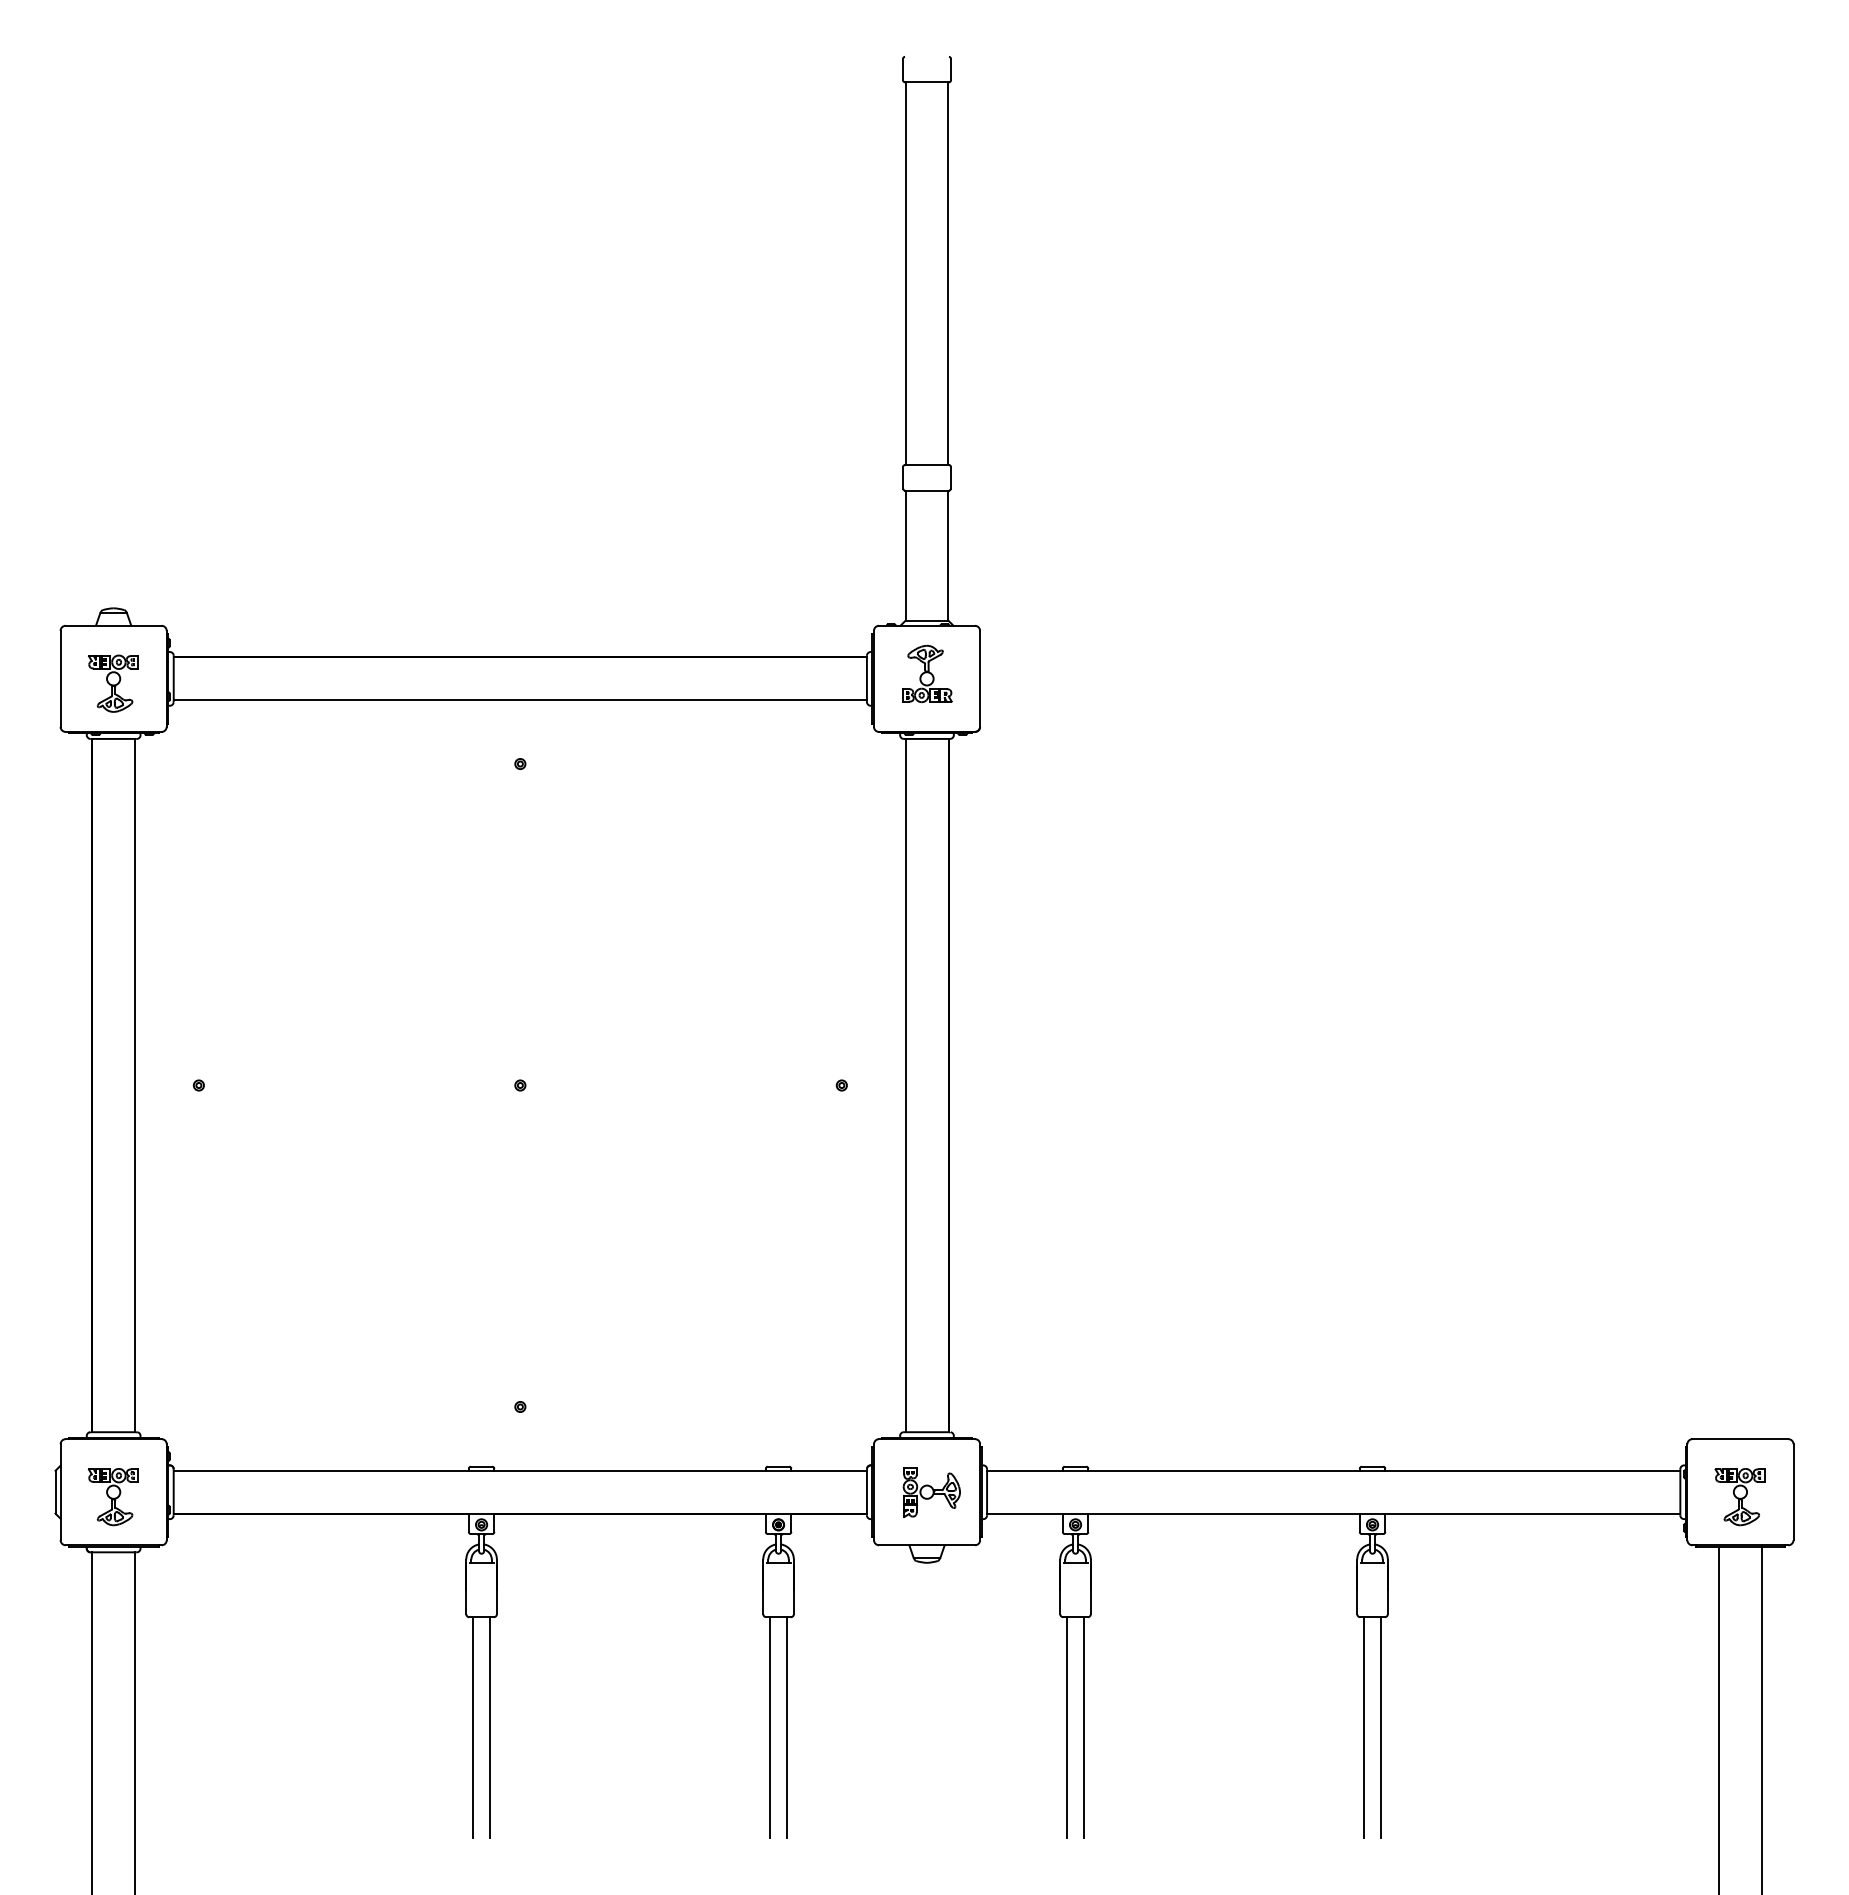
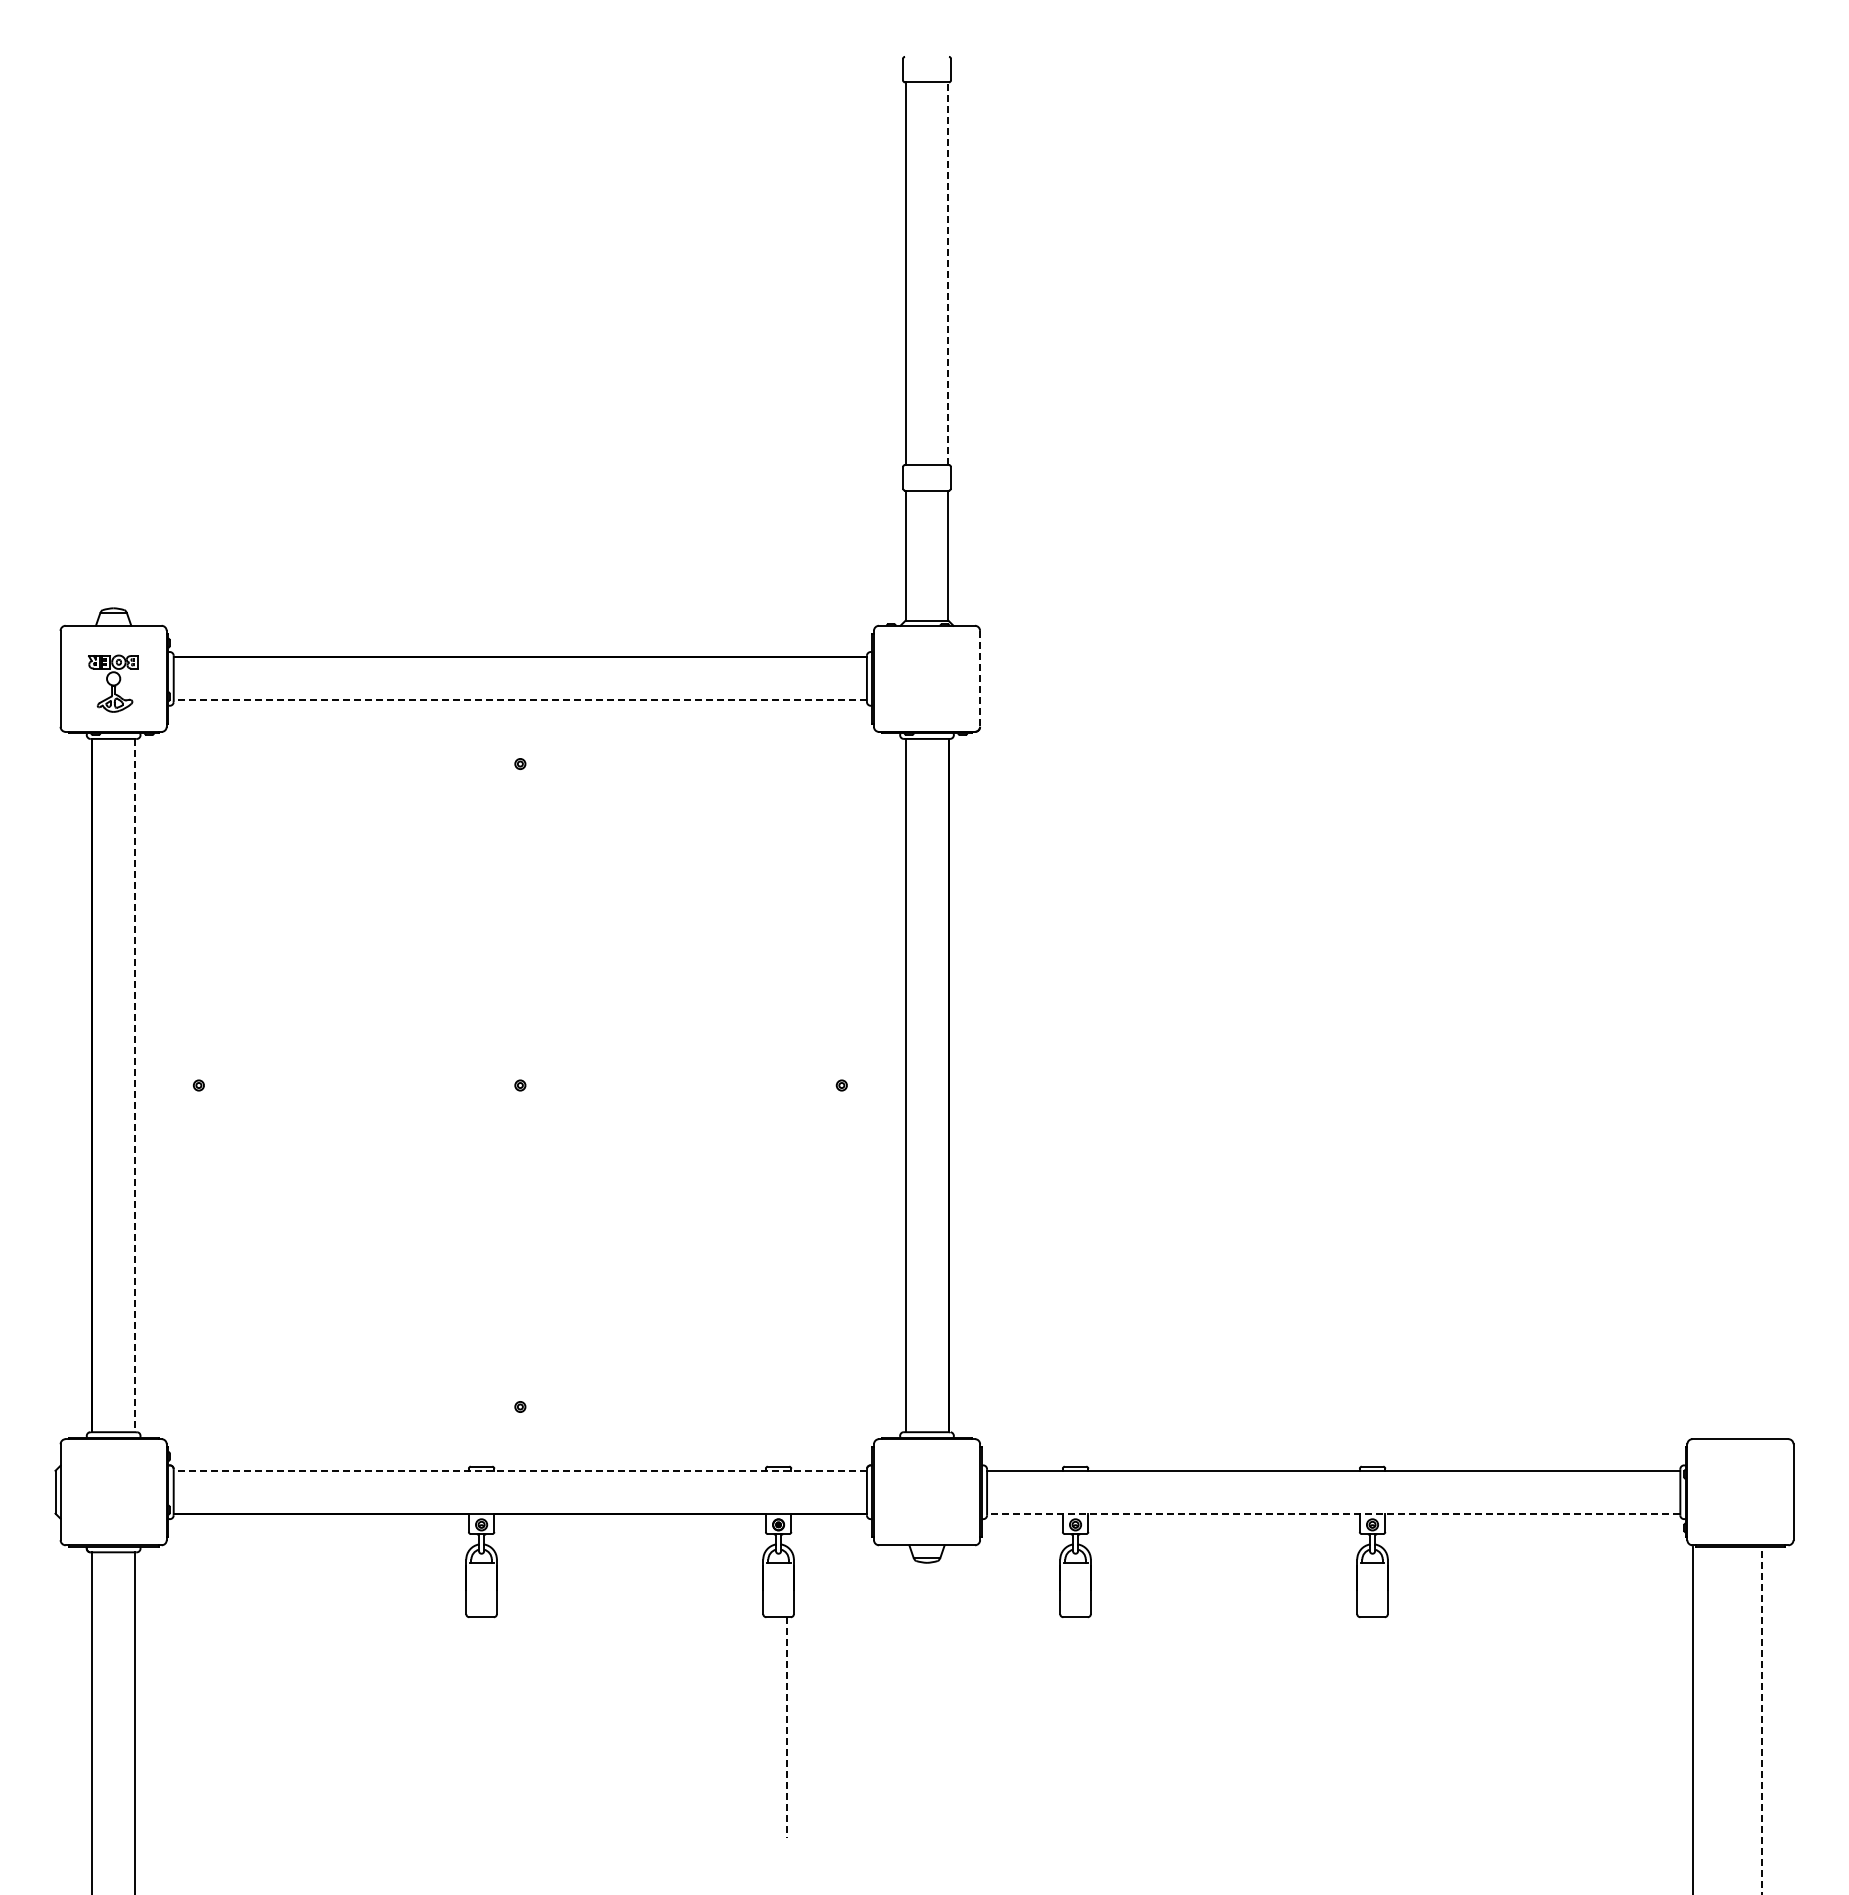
line at (948, 273): solid -> dashed
part at (927, 673): present -> none
line at (980, 678): solid -> dashed
line at (520, 700): solid -> dashed
line at (135, 1085): solid -> dashed
line at (520, 1470): solid -> dashed
part at (931, 1492): present -> none
part at (113, 1497): present -> none
part at (1739, 1497): present -> none
line at (1333, 1513): solid -> dashed
line at (1719, 1718) position: (1719, 1718) -> (1693, 1718)
line at (1761, 1720): solid -> dashed
line at (473, 1727): present -> none
line at (489, 1727): present -> none
line at (770, 1727): present -> none
line at (1067, 1727): present -> none
line at (1083, 1727): present -> none
line at (1364, 1727): present -> none
line at (1380, 1727): present -> none
line at (786, 1728): solid -> dashed
